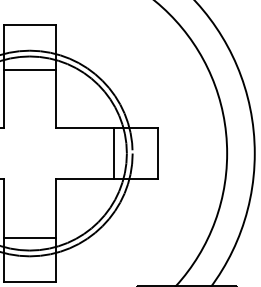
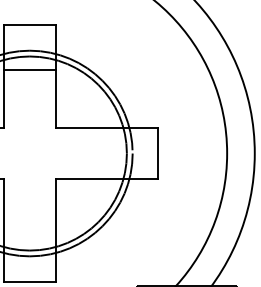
line at (113, 153): present -> none
line at (29, 237): present -> none
